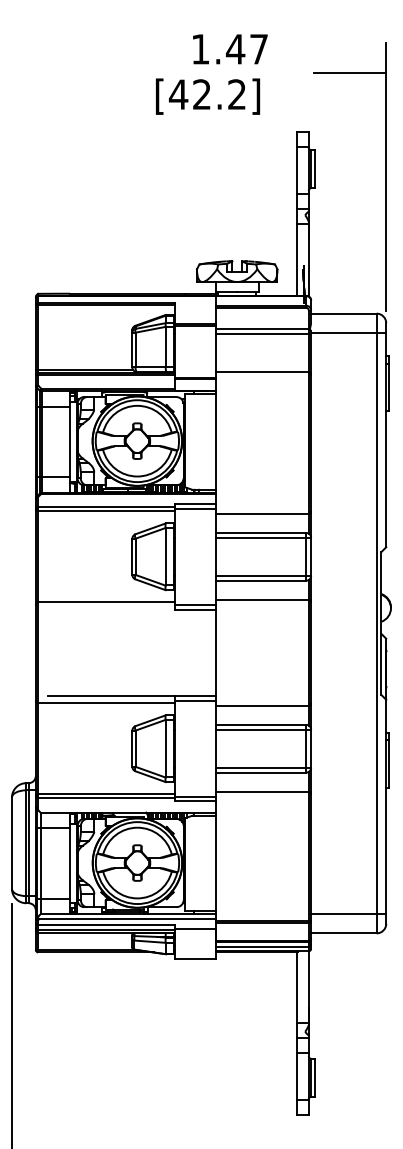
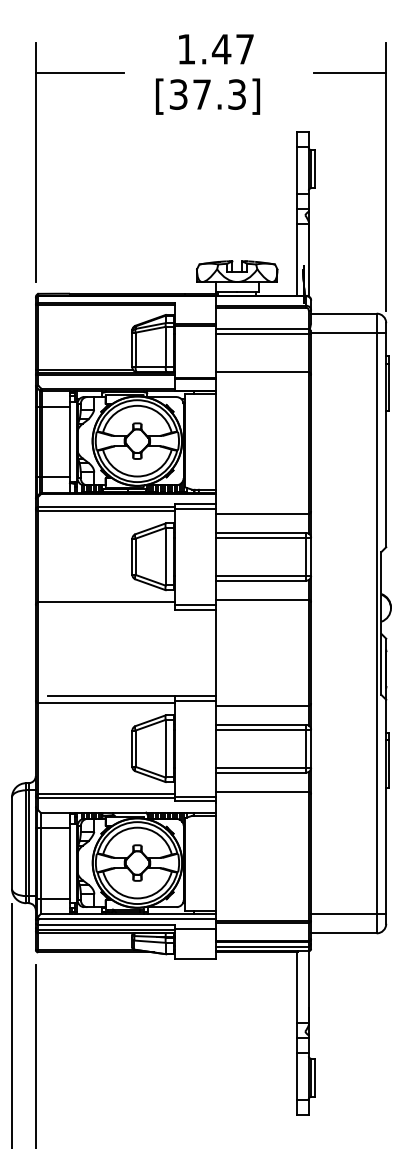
text at (230, 49) position: (230, 49) -> (216, 49)
text at (206, 94): [42.2] -> [37.3]
part at (36, 162): none -> present
line at (35, 1054): none -> present
